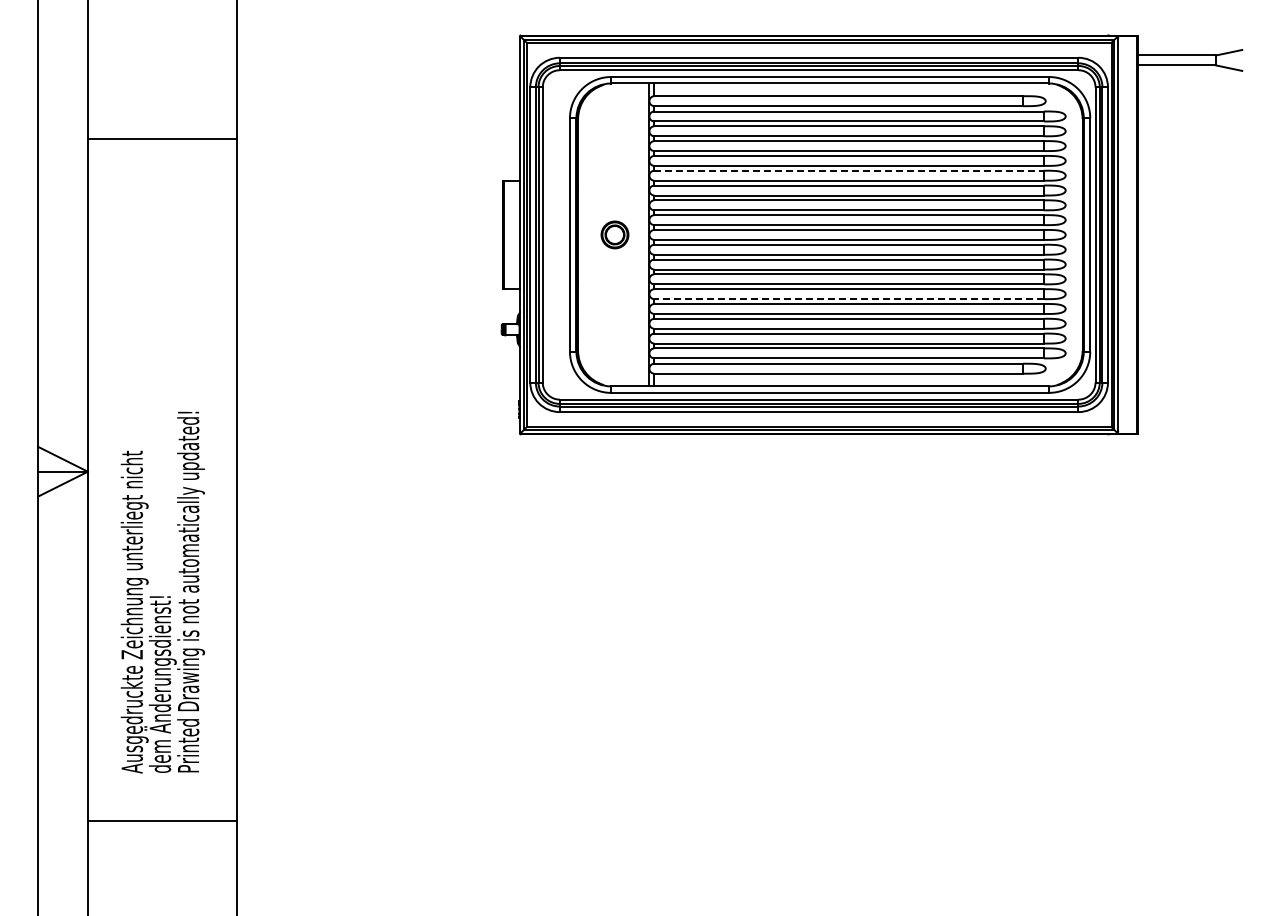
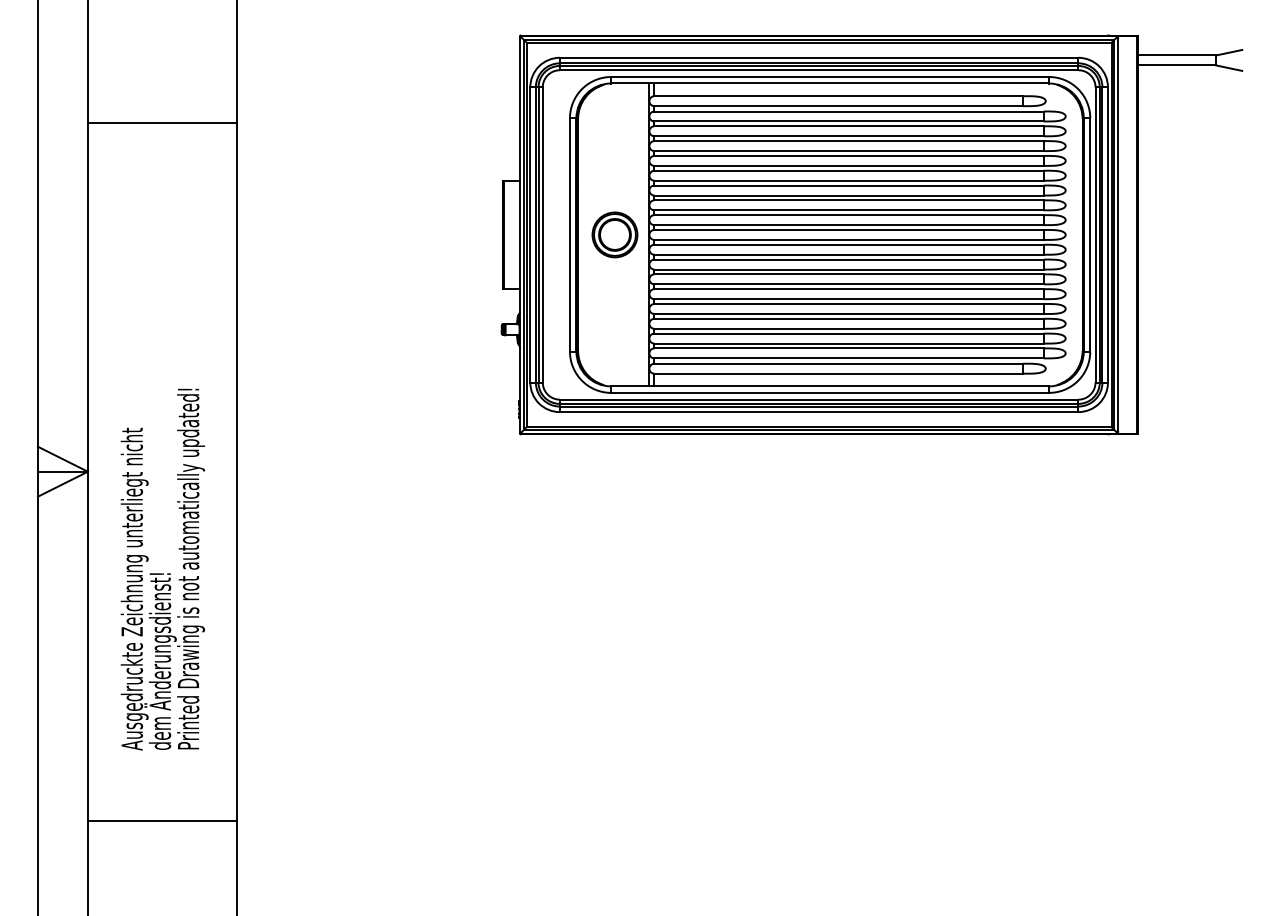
line at (162, 138) position: (162, 138) -> (162, 122)
line at (849, 170): dashed -> solid
part at (614, 234) size: 30x30 px -> 48x48 px
line at (849, 299): dashed -> solid
text at (162, 592) position: (162, 592) -> (162, 569)
